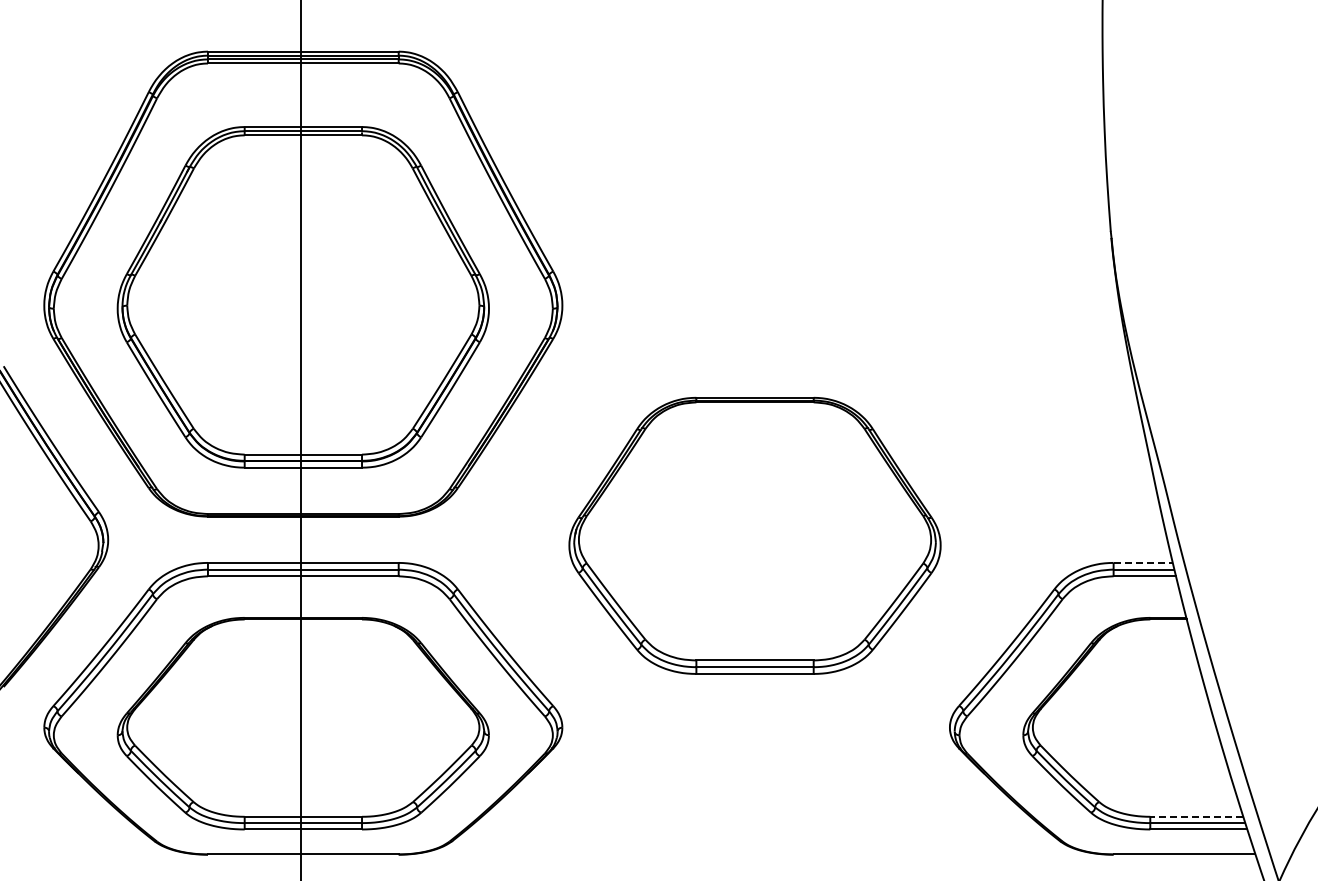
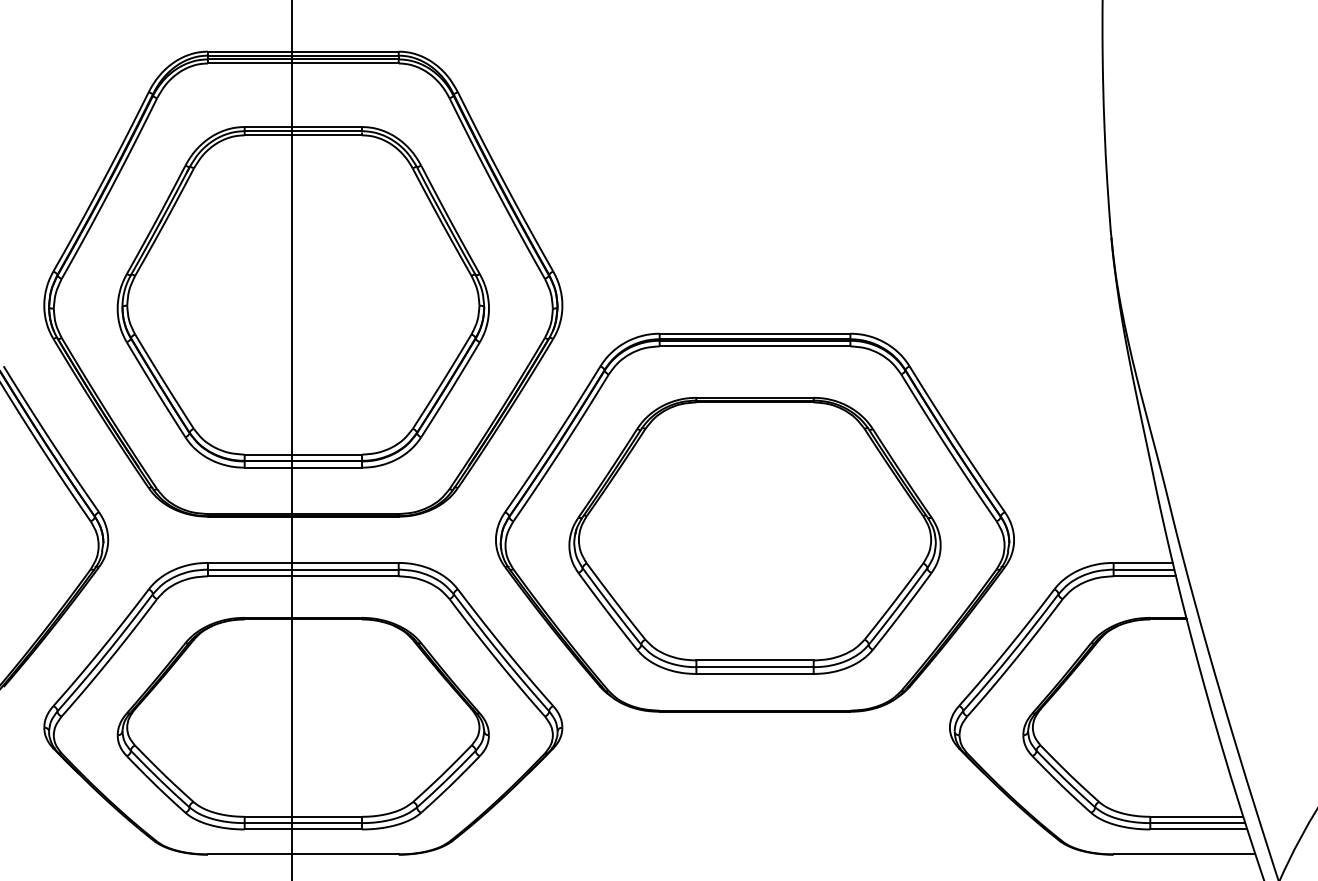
line at (300, 439) position: (300, 439) -> (291, 439)
part at (754, 522): none -> present
line at (1143, 562): dashed -> solid
line at (1196, 816): dashed -> solid
